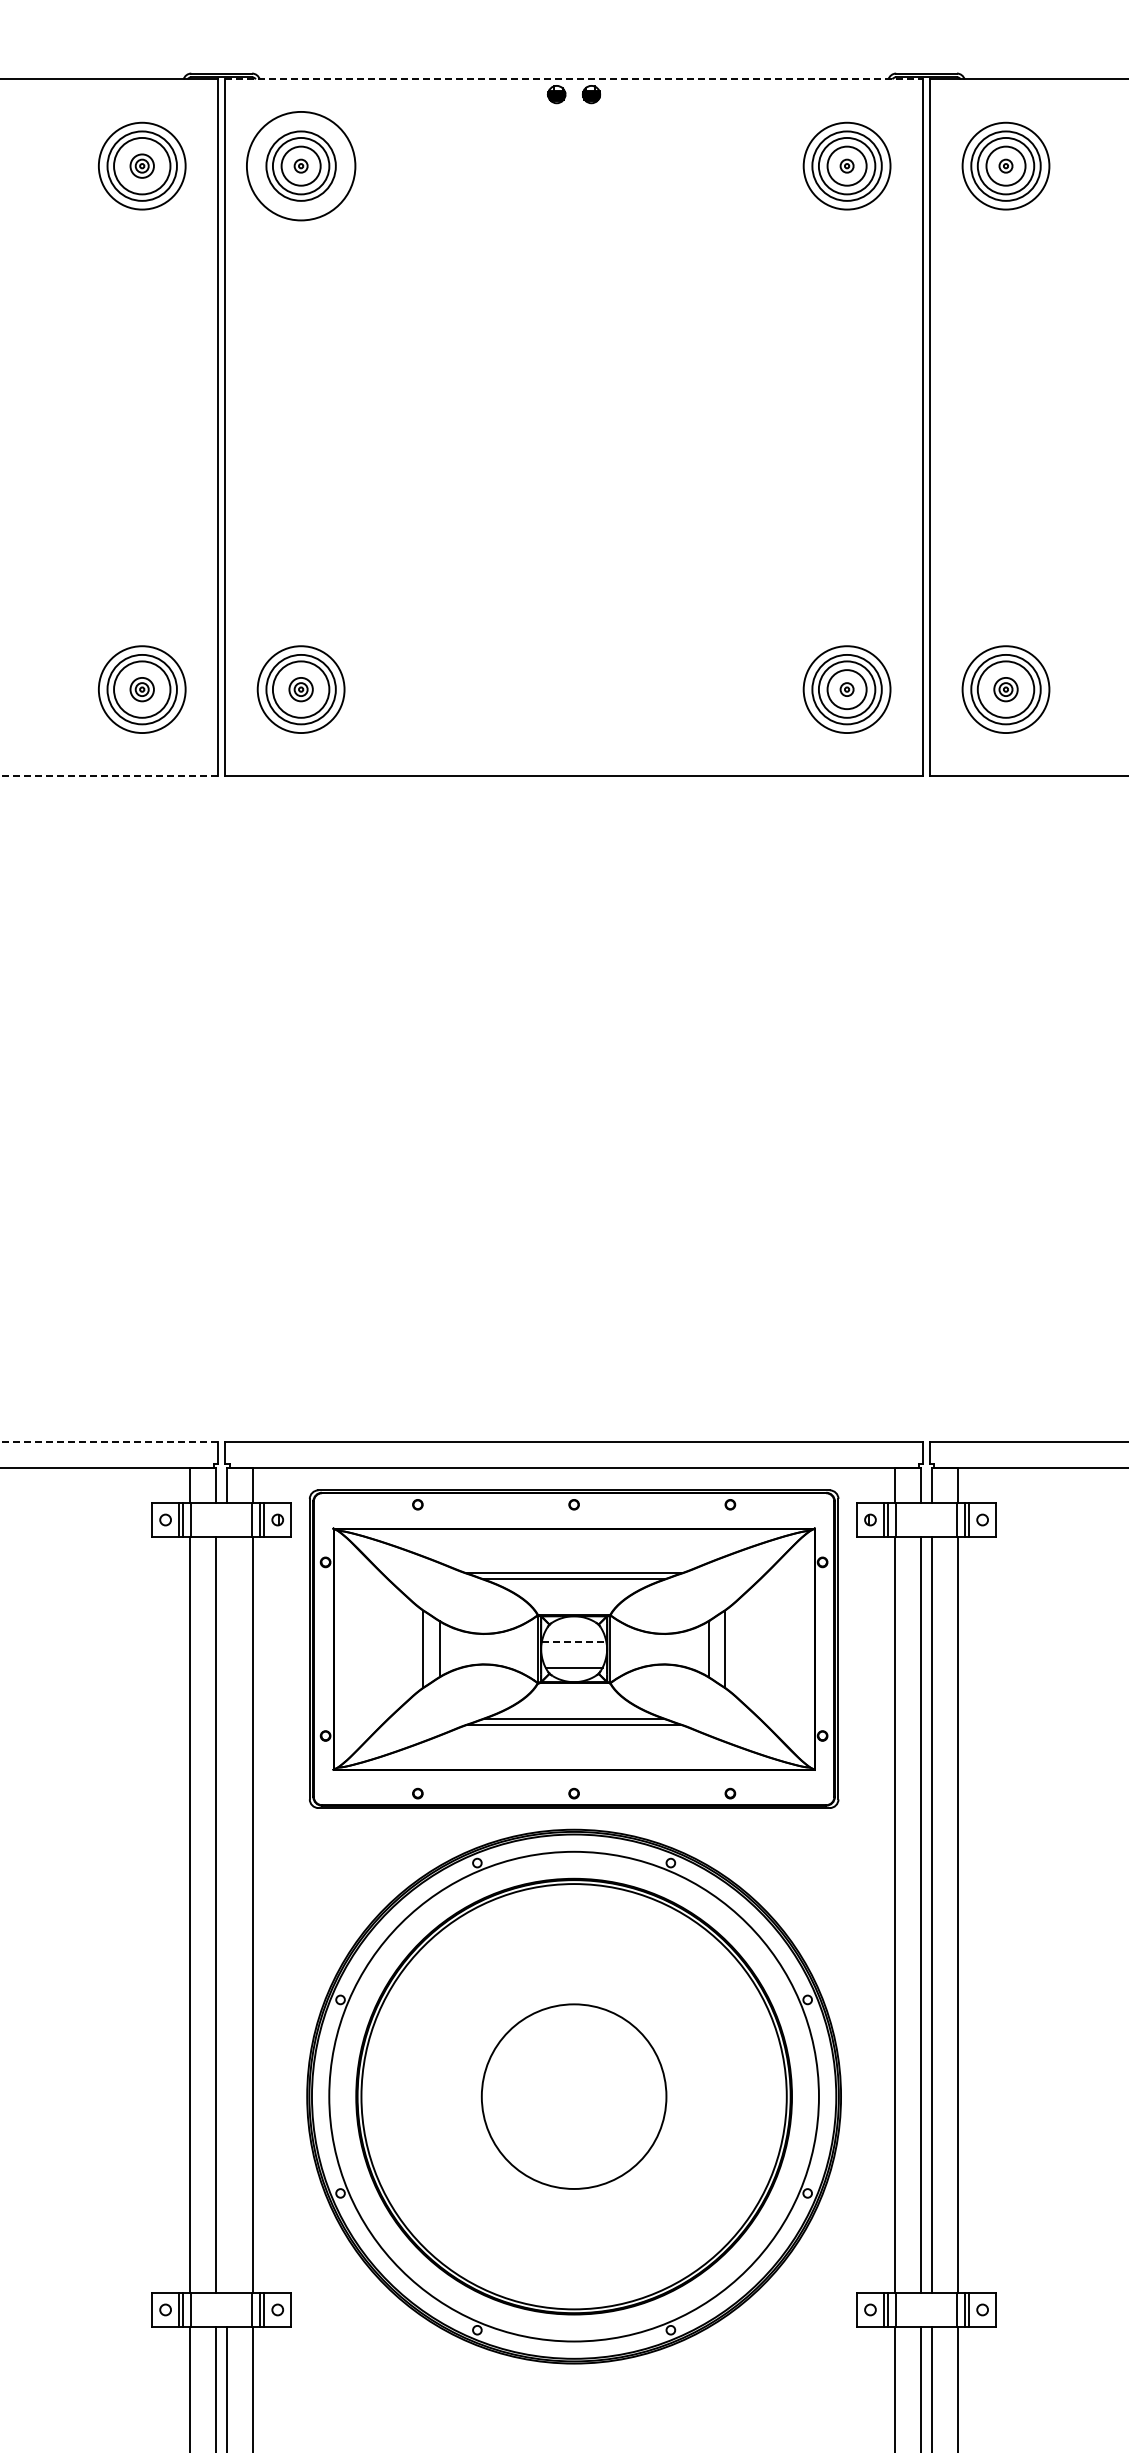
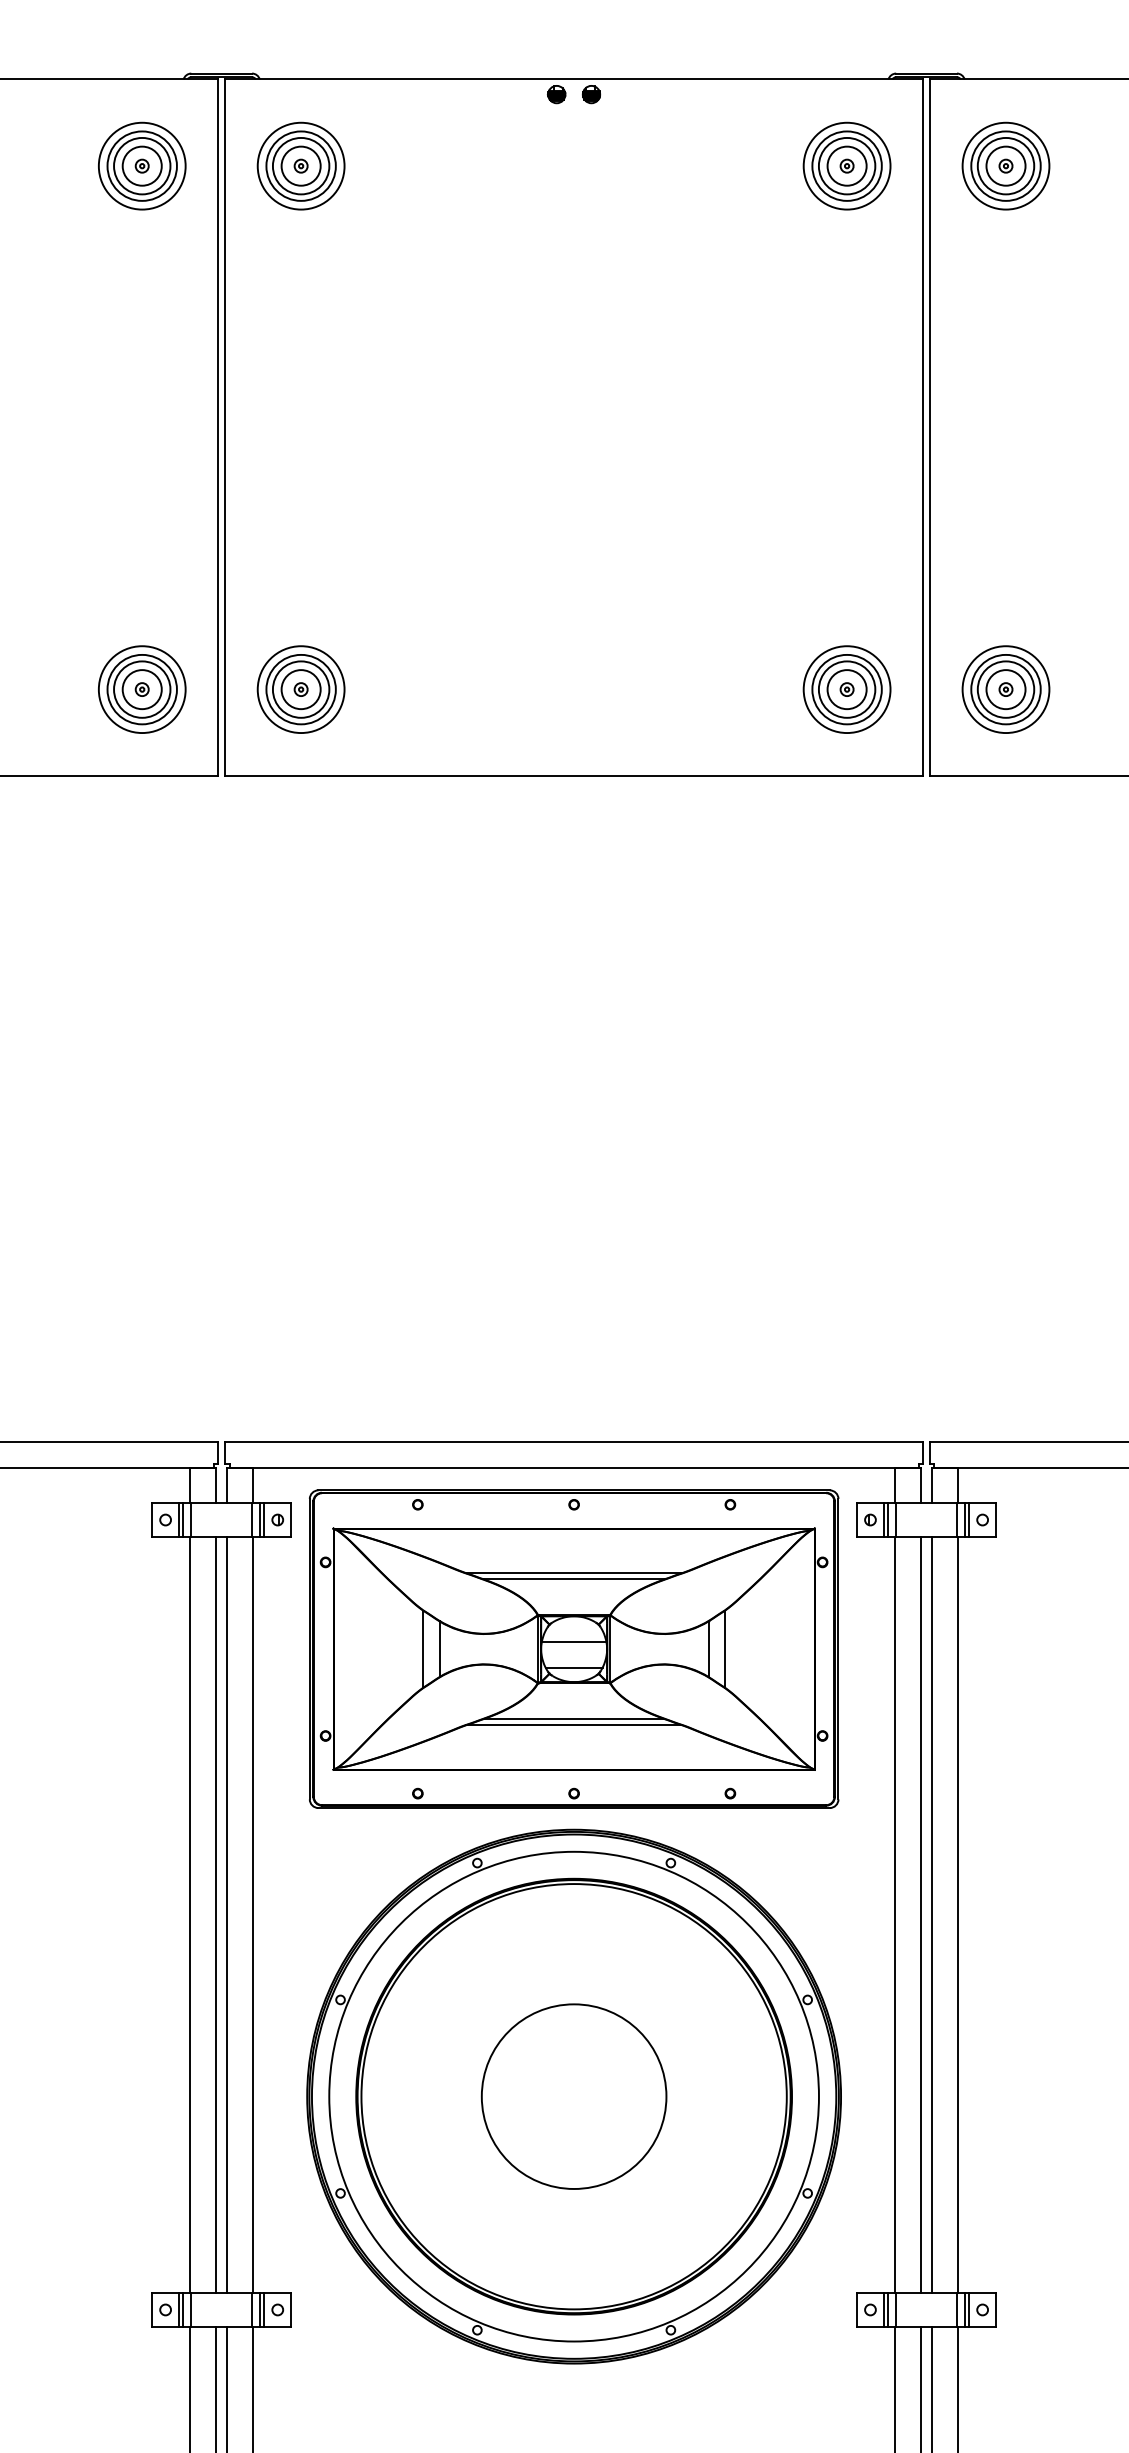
line at (574, 79): dashed -> solid
circle at (141, 165) diameter: 23 px -> 39 px
circle at (300, 165) diameter: 109 px -> 87 px
circle at (141, 689) diameter: 23 px -> 39 px
circle at (300, 689) diameter: 23 px -> 39 px
circle at (1005, 689) diameter: 23 px -> 39 px
line at (109, 776): dashed -> solid
line at (109, 1441): dashed -> solid
line at (574, 1641): dashed -> solid
line at (226, 1914): none -> present
